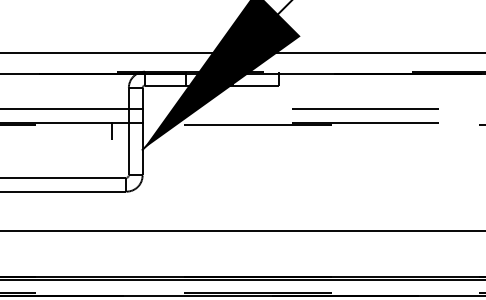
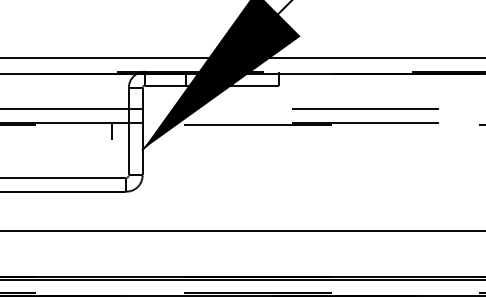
line at (242, 52) position: (242, 52) -> (242, 57)
